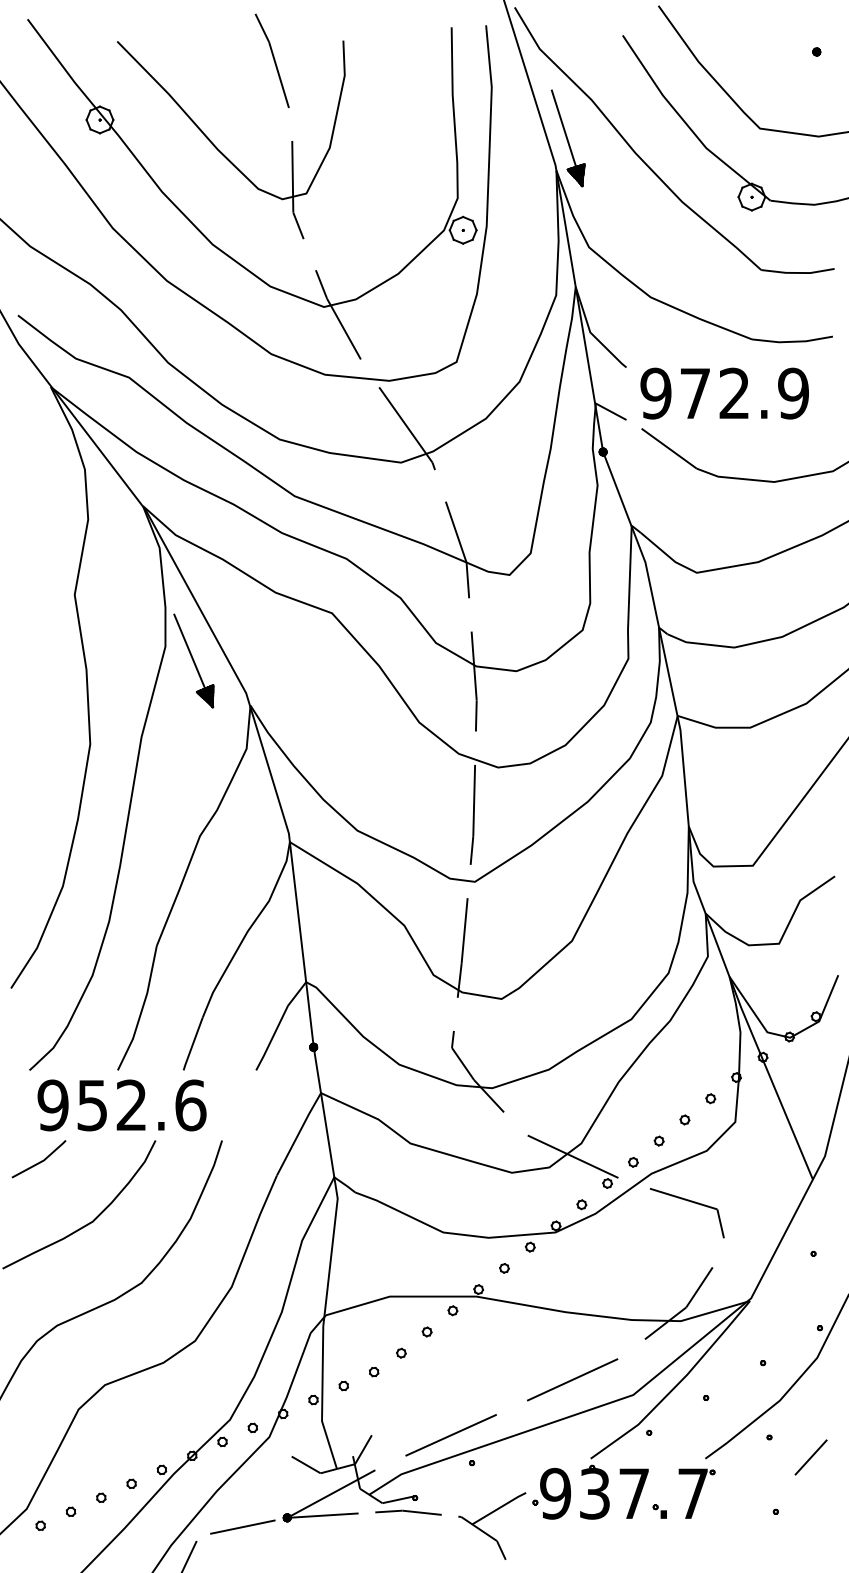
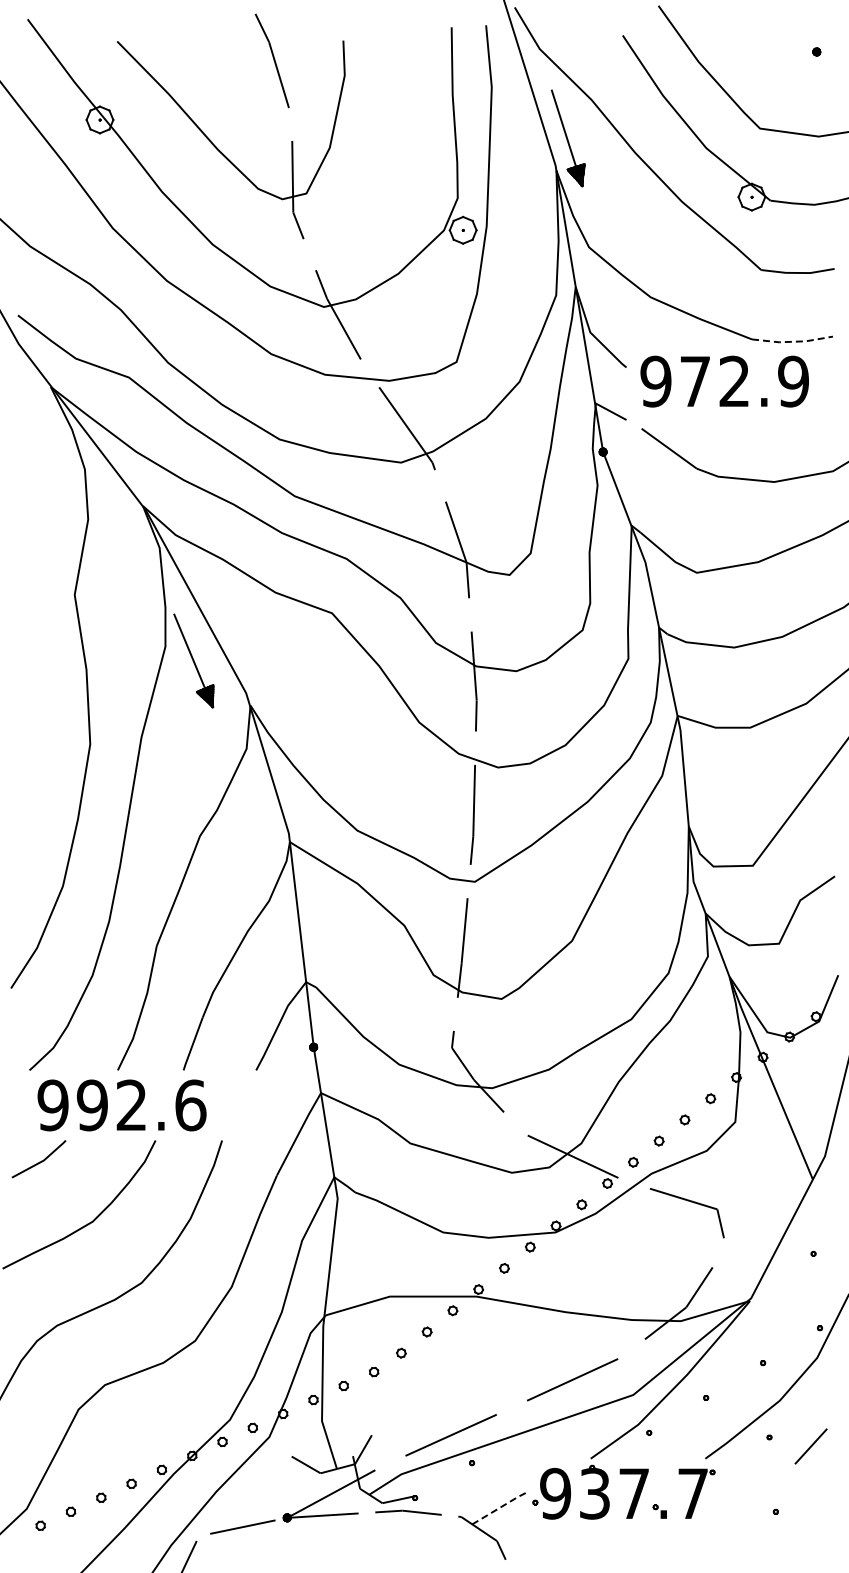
line at (793, 341): solid -> dashed
text at (724, 393) position: (724, 393) -> (724, 381)
text at (91, 1105): 952.6 -> 992.6
line at (810, 1457) position: (810, 1457) -> (810, 1446)
line at (499, 1508): solid -> dashed
